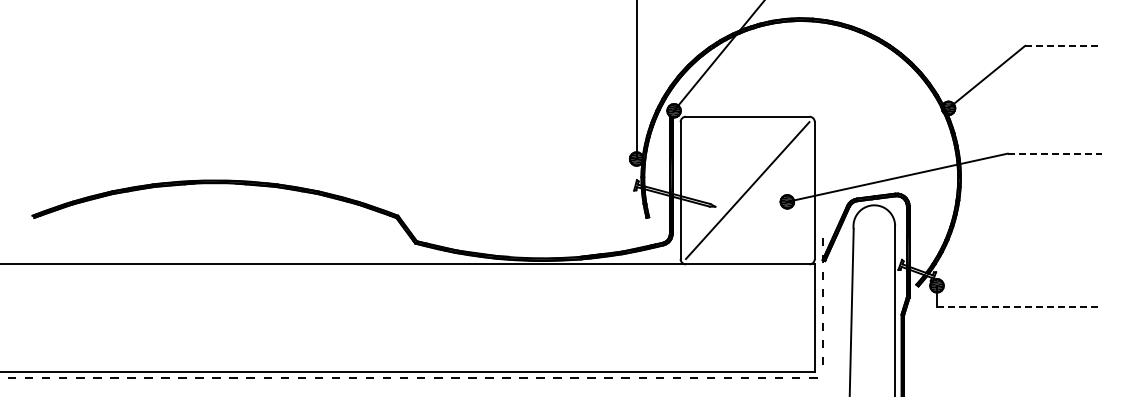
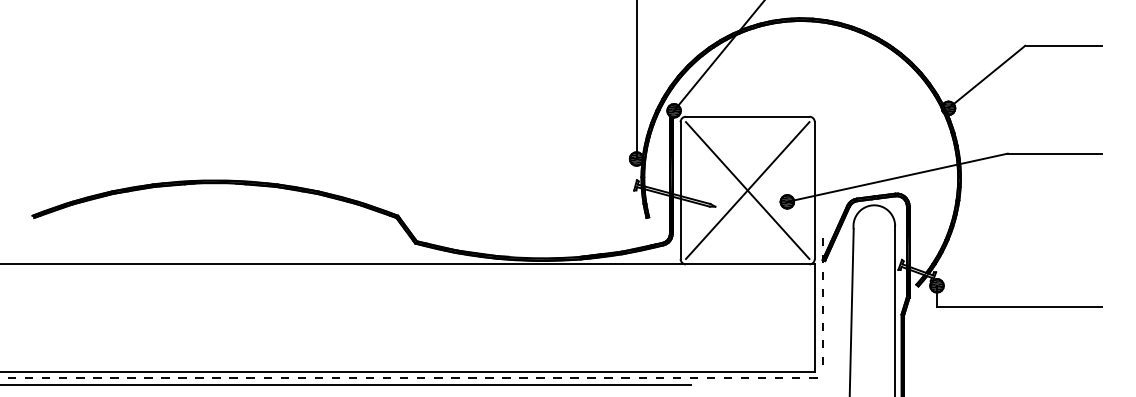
line at (1064, 45): dashed -> solid
line at (1055, 153): dashed -> solid
line at (747, 190): none -> present
line at (1019, 307): dashed -> solid
line at (346, 385): none -> present
